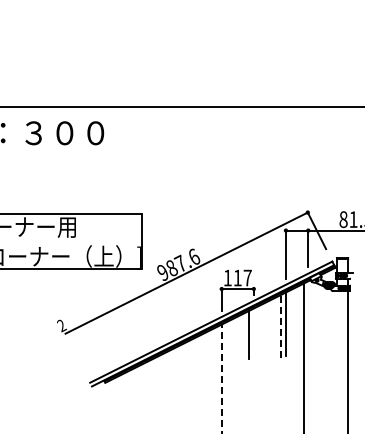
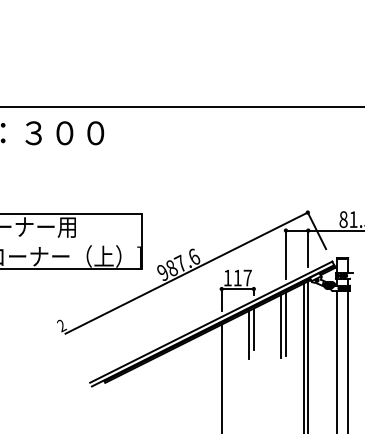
line at (281, 326): dashed -> solid
line at (253, 329): none -> present
line at (308, 355): none -> present
line at (337, 360): none -> present
line at (221, 378): dashed -> solid
